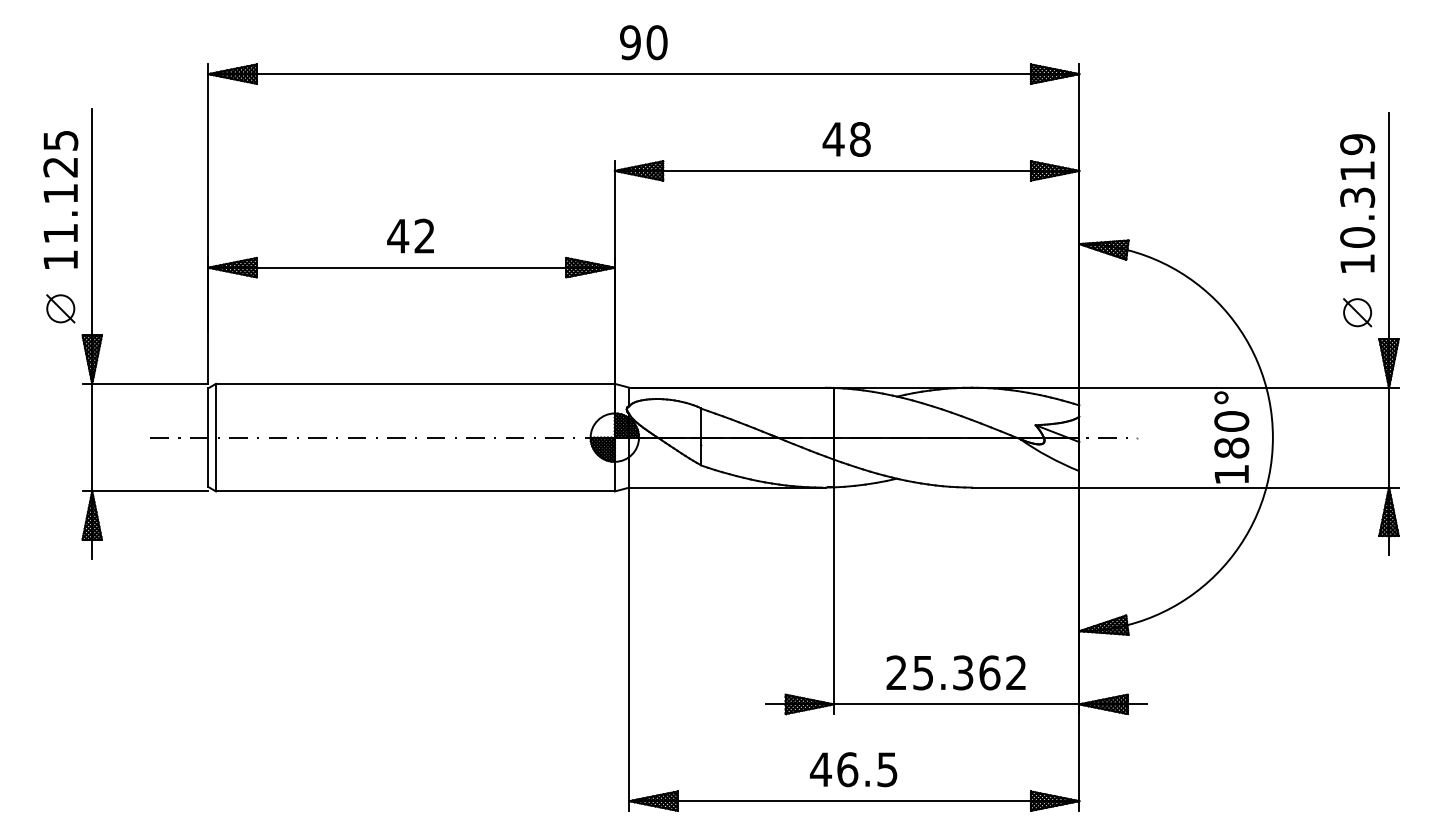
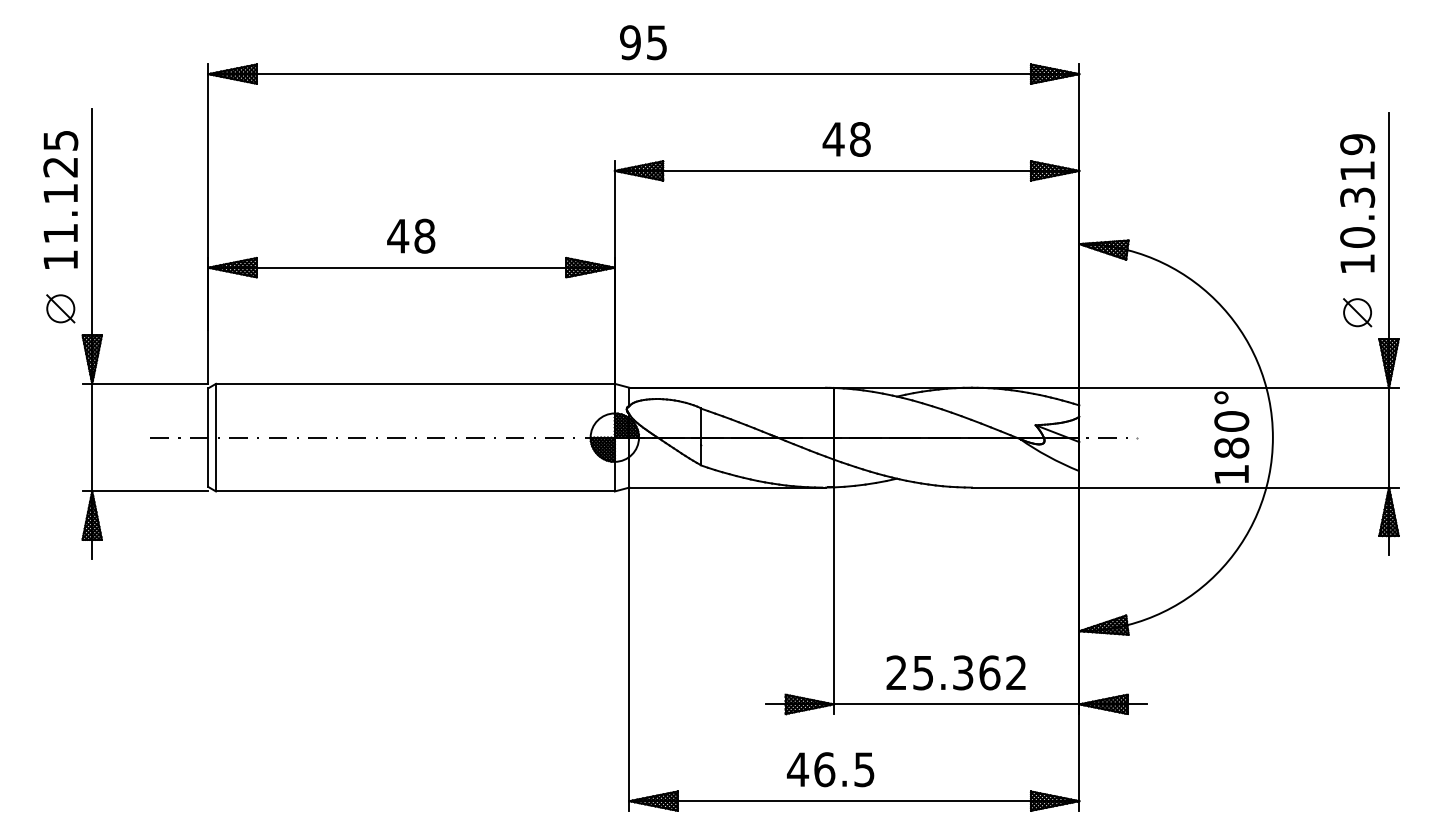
text at (656, 42): 90 -> 95
text at (424, 235): 42 -> 48
text at (853, 769) position: (853, 769) -> (830, 769)
